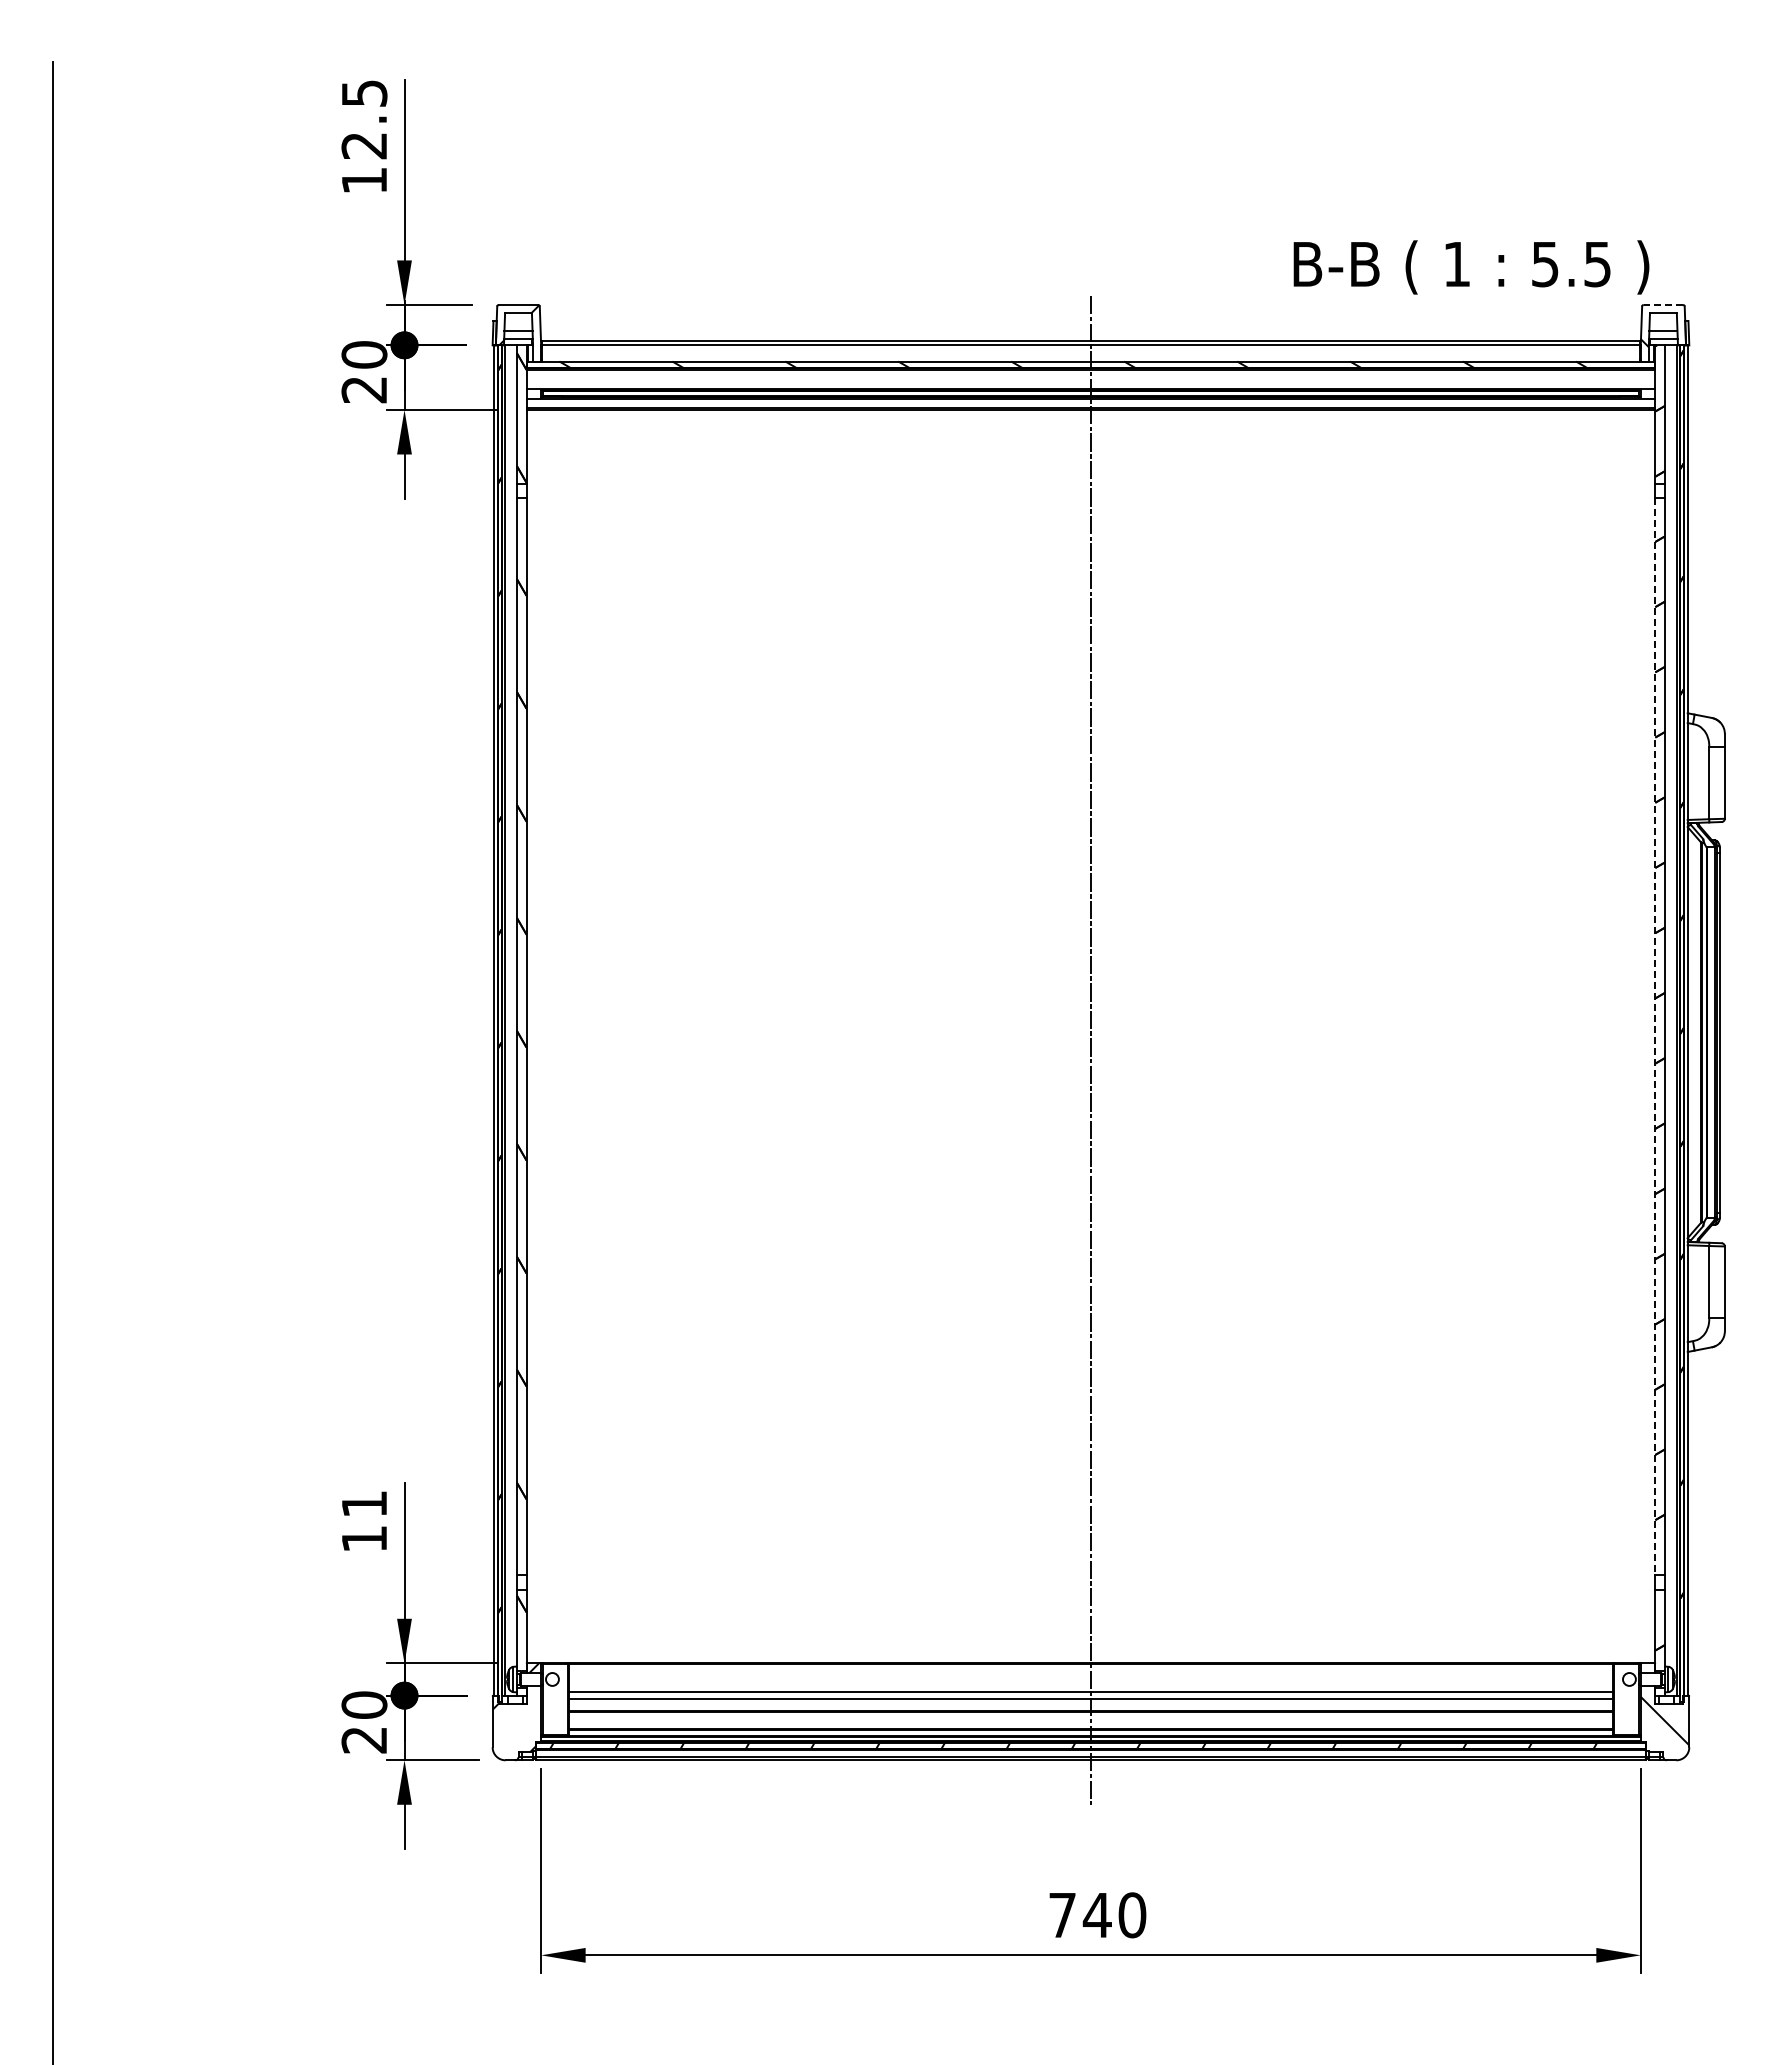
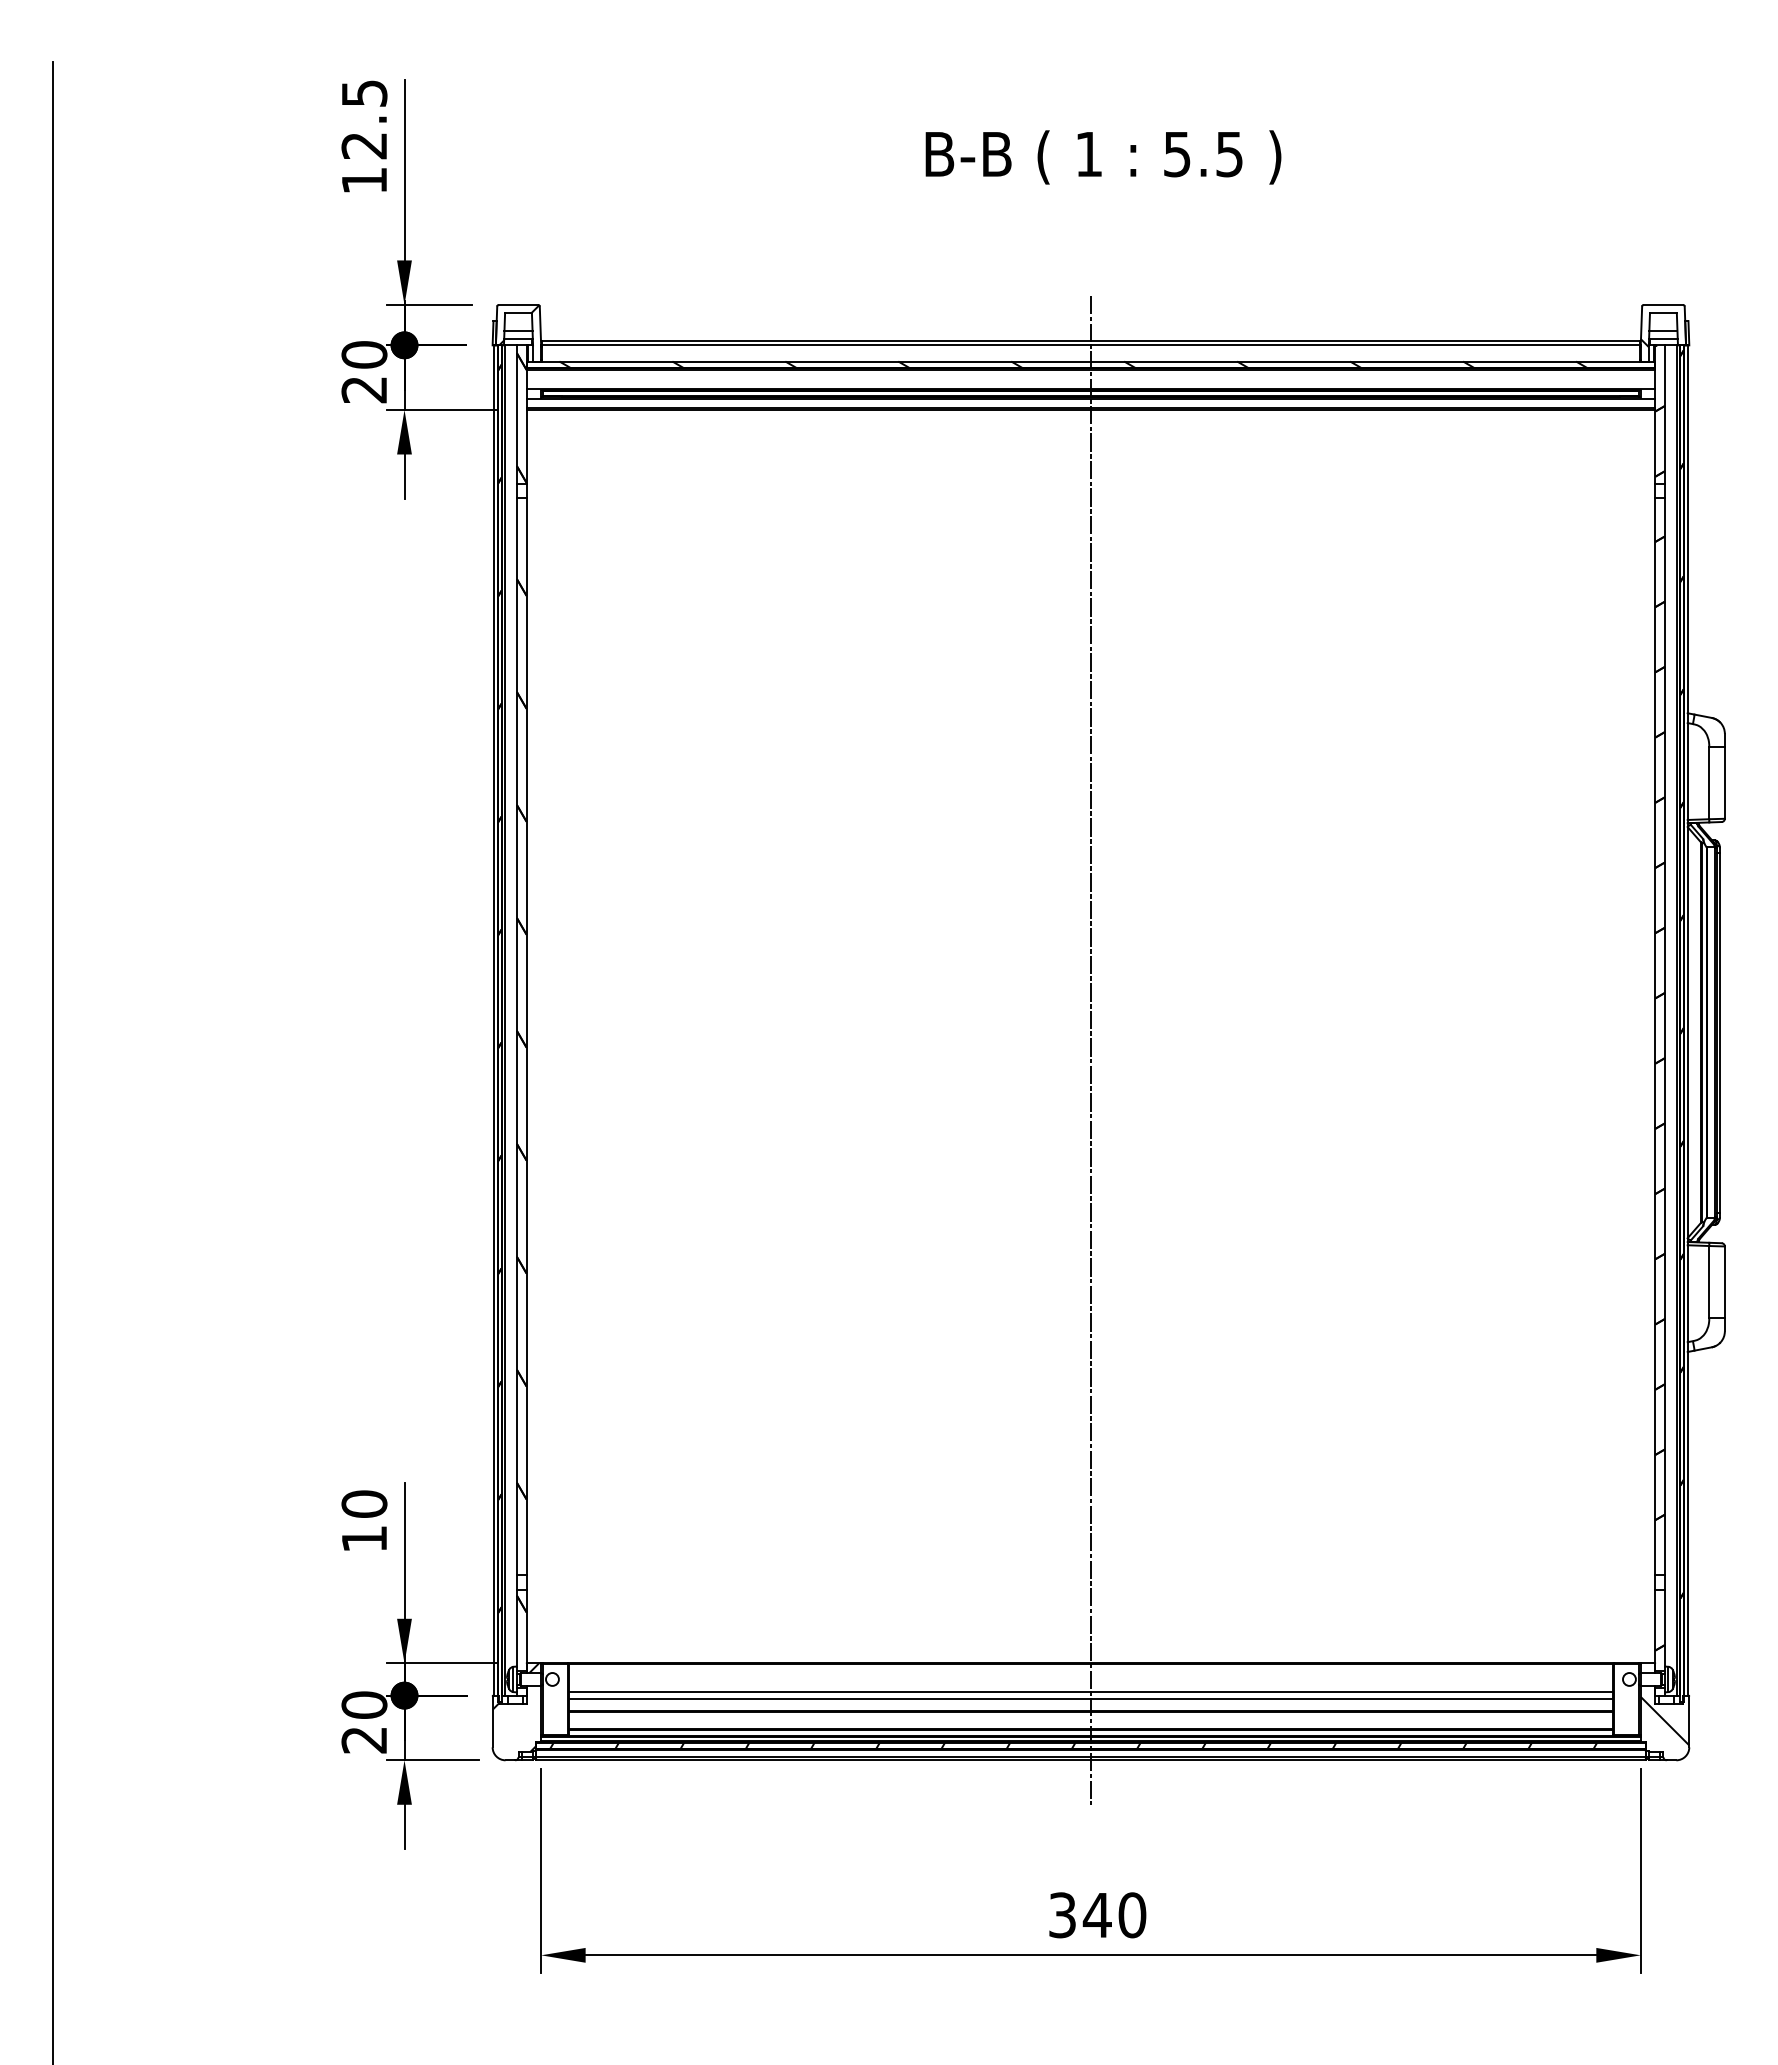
text at (1471, 267) position: (1471, 267) -> (1103, 157)
line at (1663, 304): dashed -> solid
line at (1655, 1037): dashed -> solid
text at (364, 1503): 11 -> 10
text at (1062, 1915): 740 -> 340
